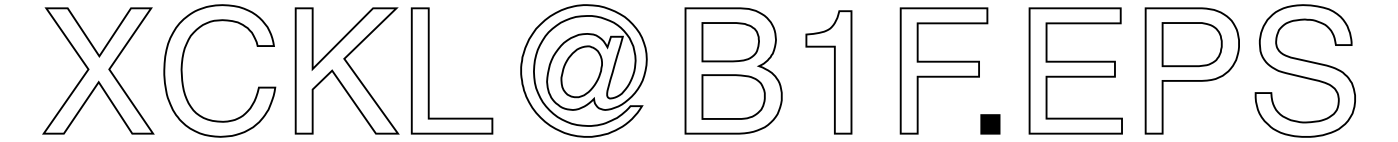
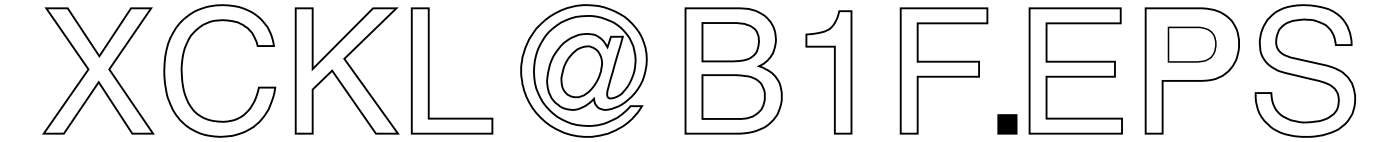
part at (1191, 44) size: 62x46 px -> 50x37 px
part at (990, 124) position: (990, 124) -> (1007, 124)
